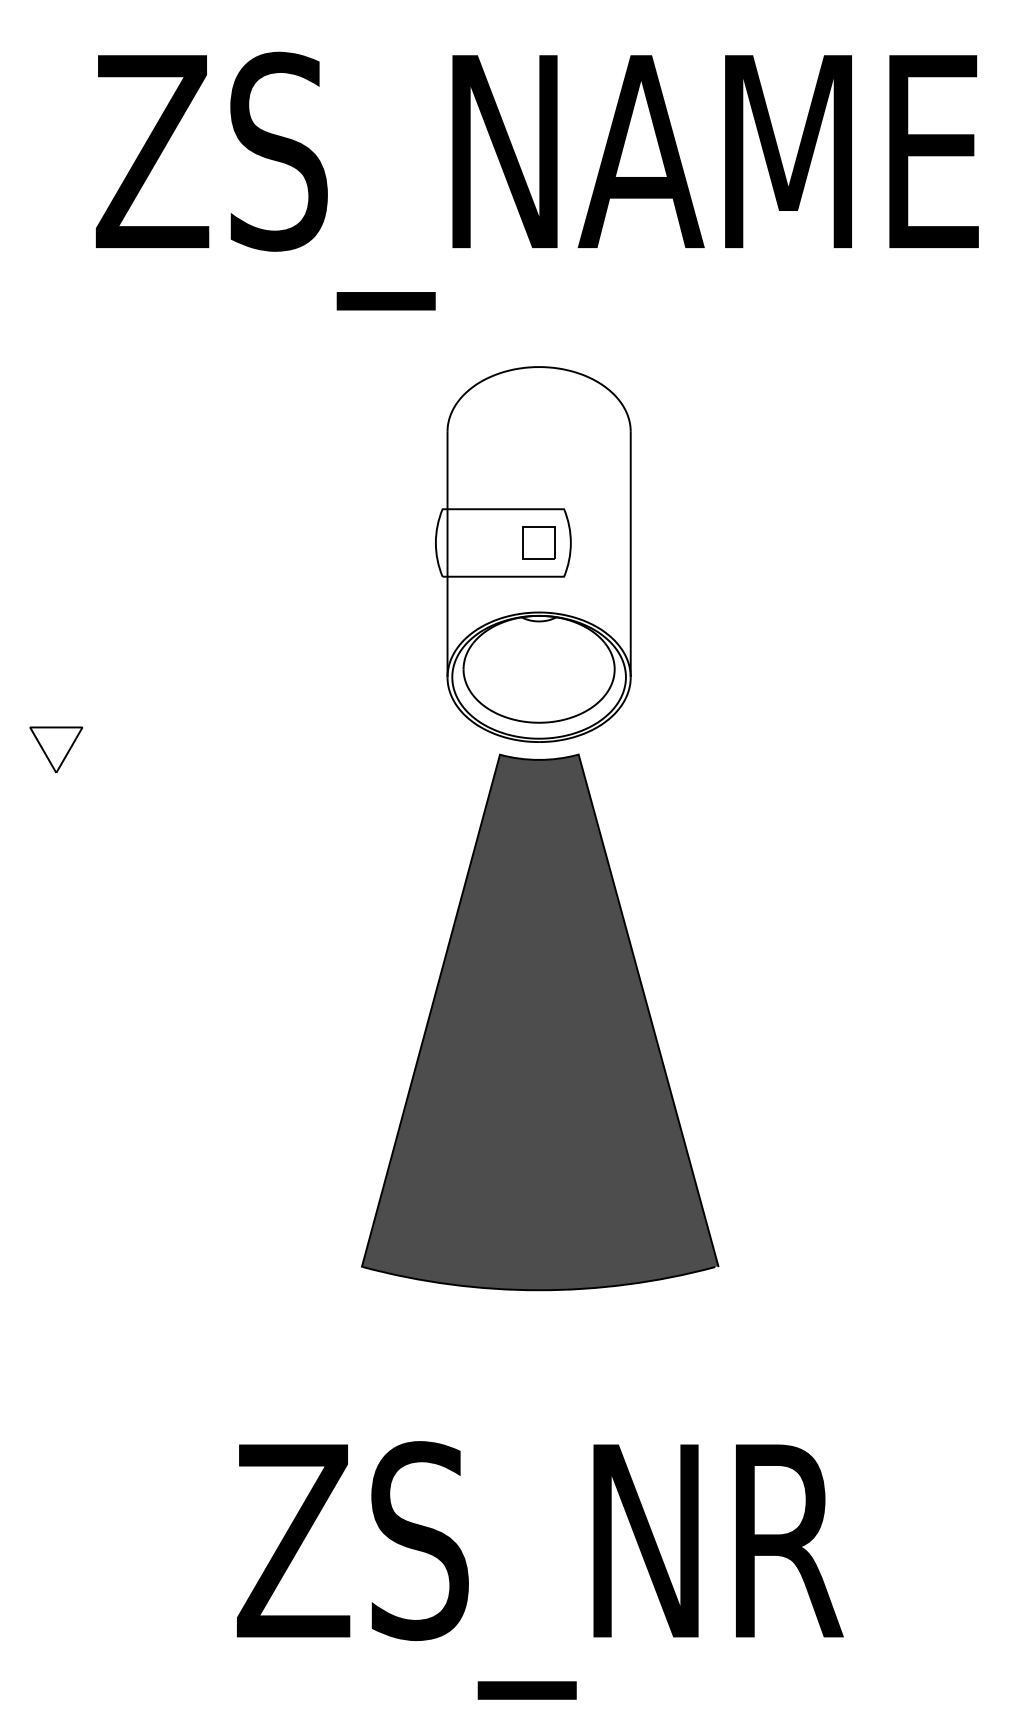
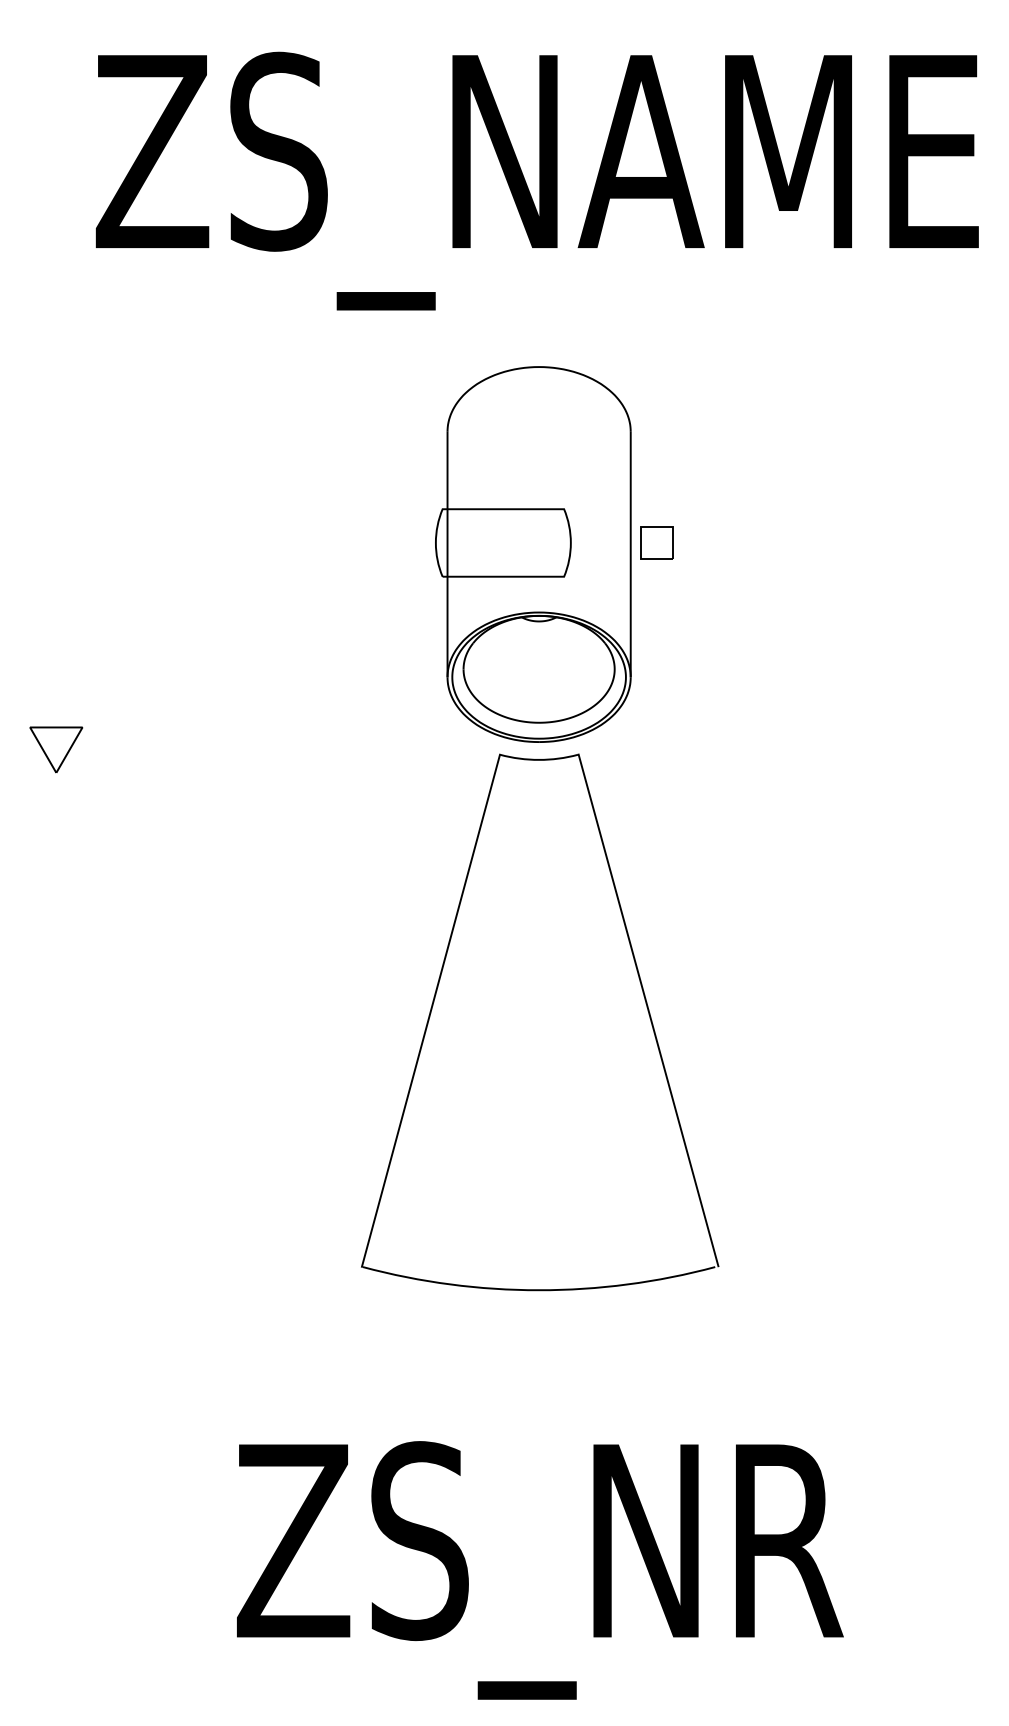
part at (538, 542) position: (538, 542) -> (656, 542)
fill at (539, 1022): present -> none
